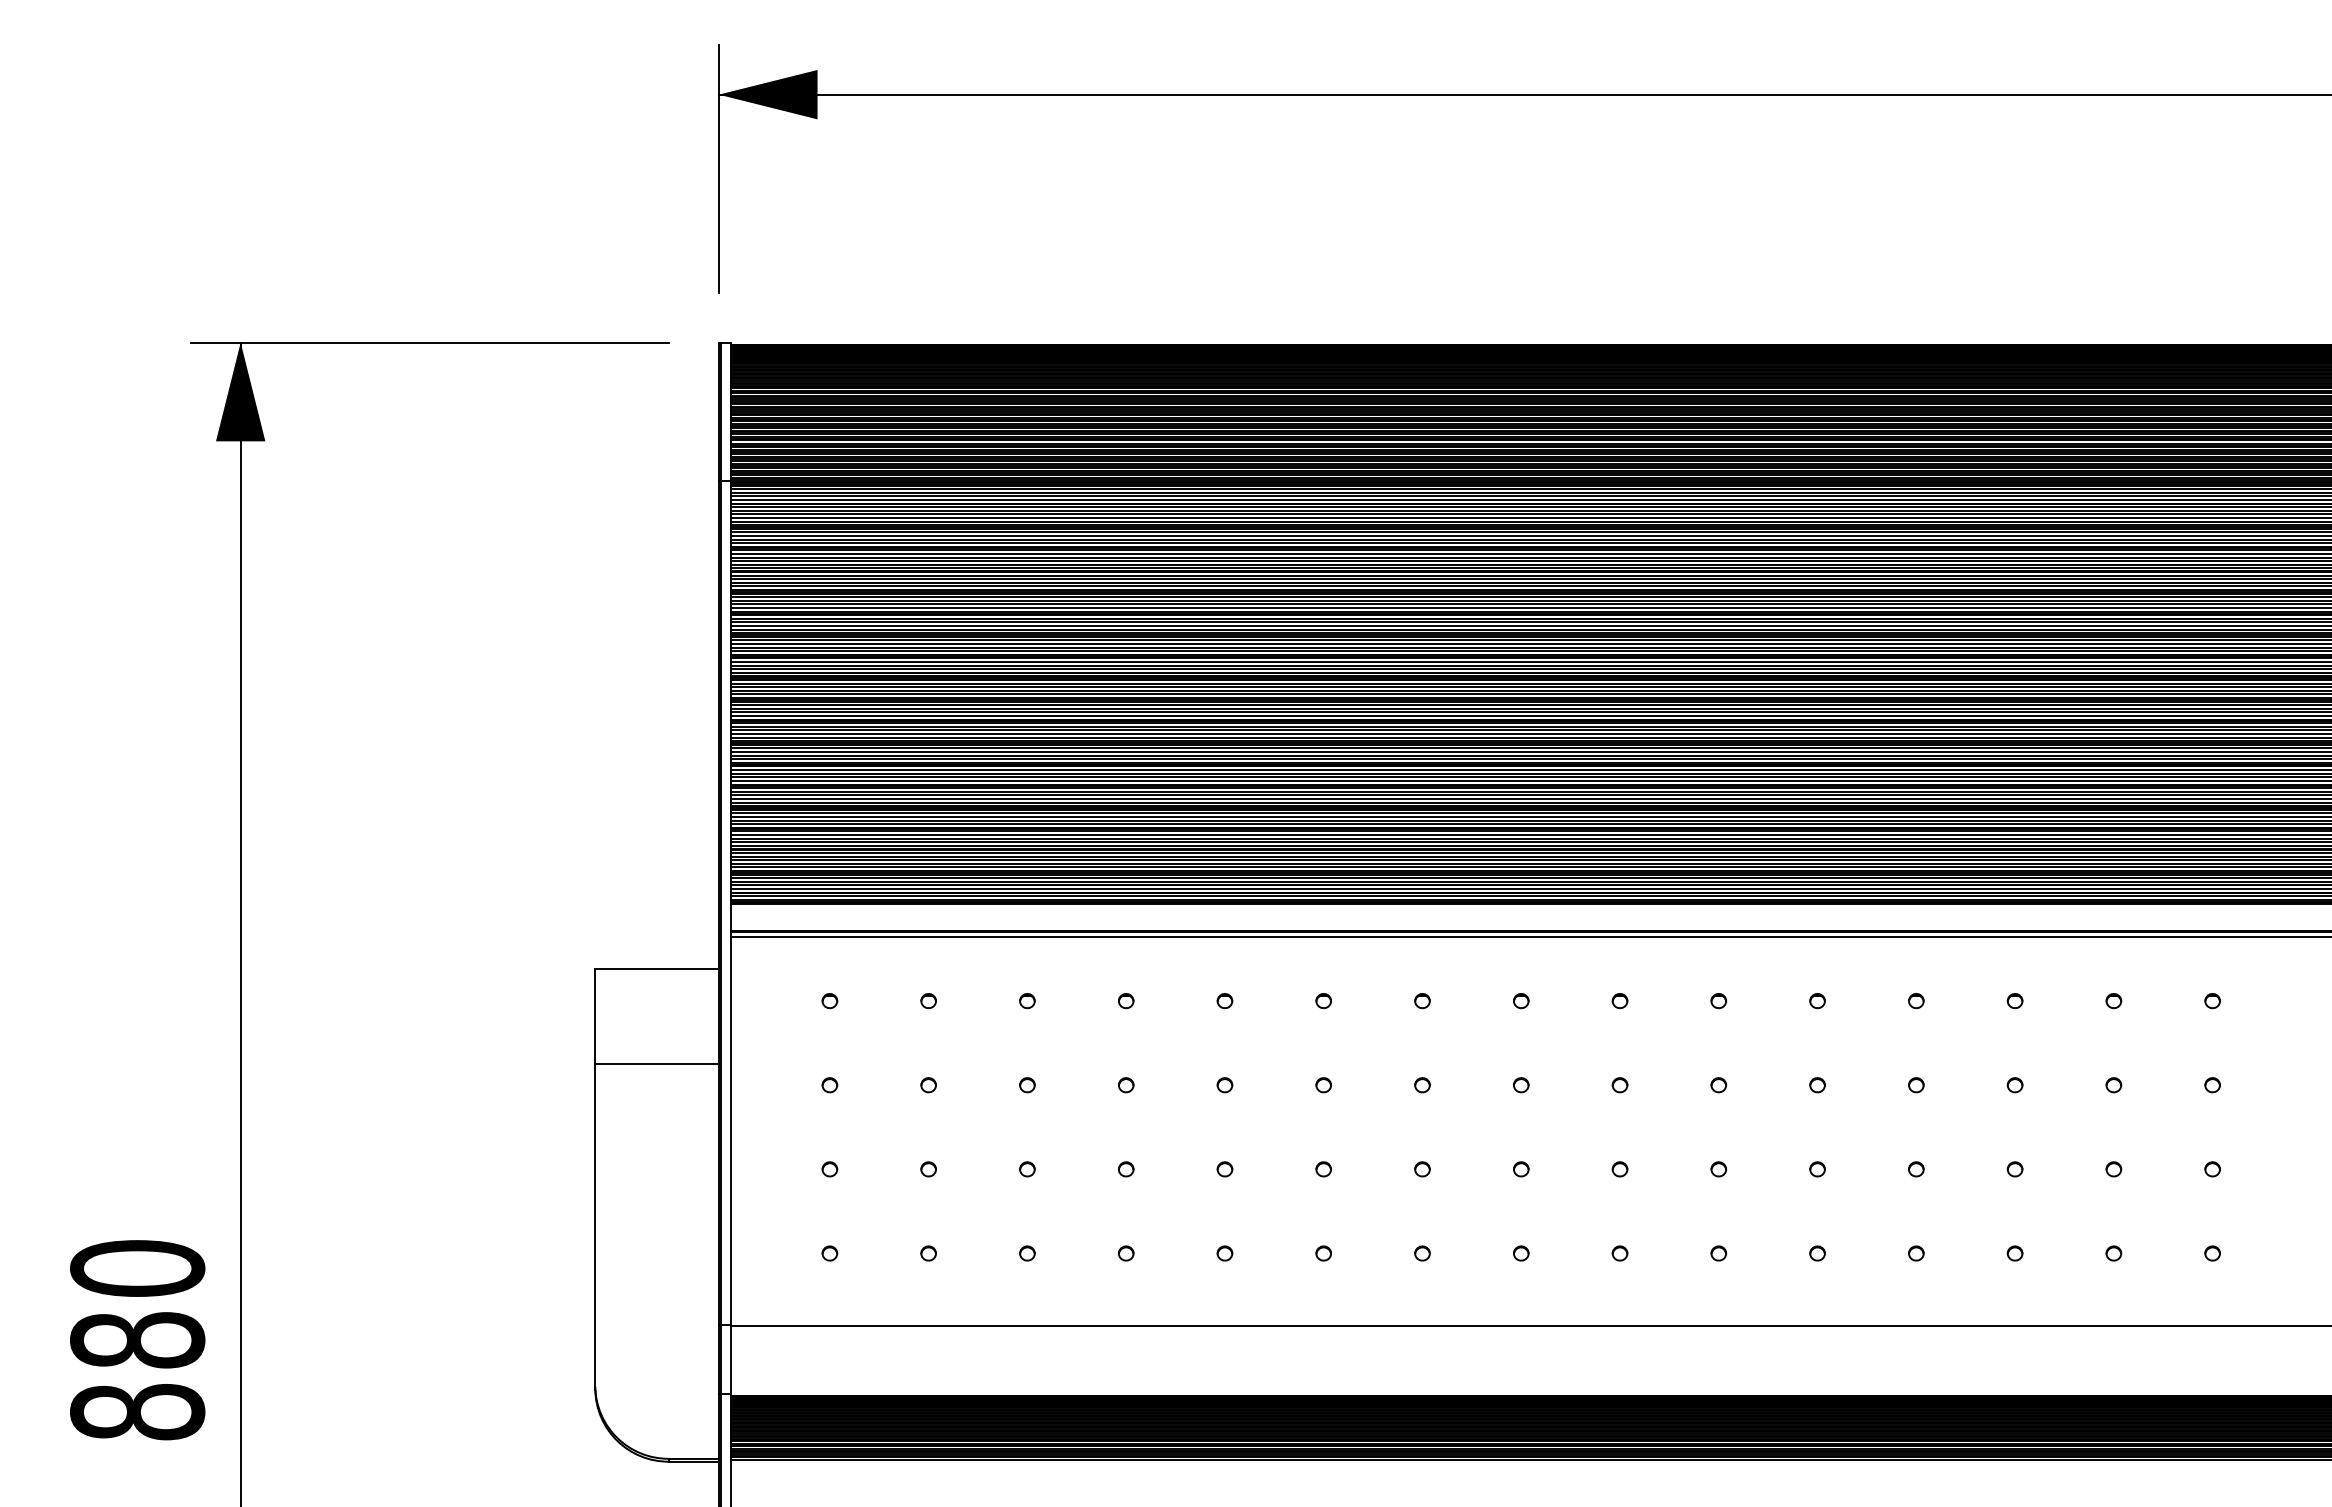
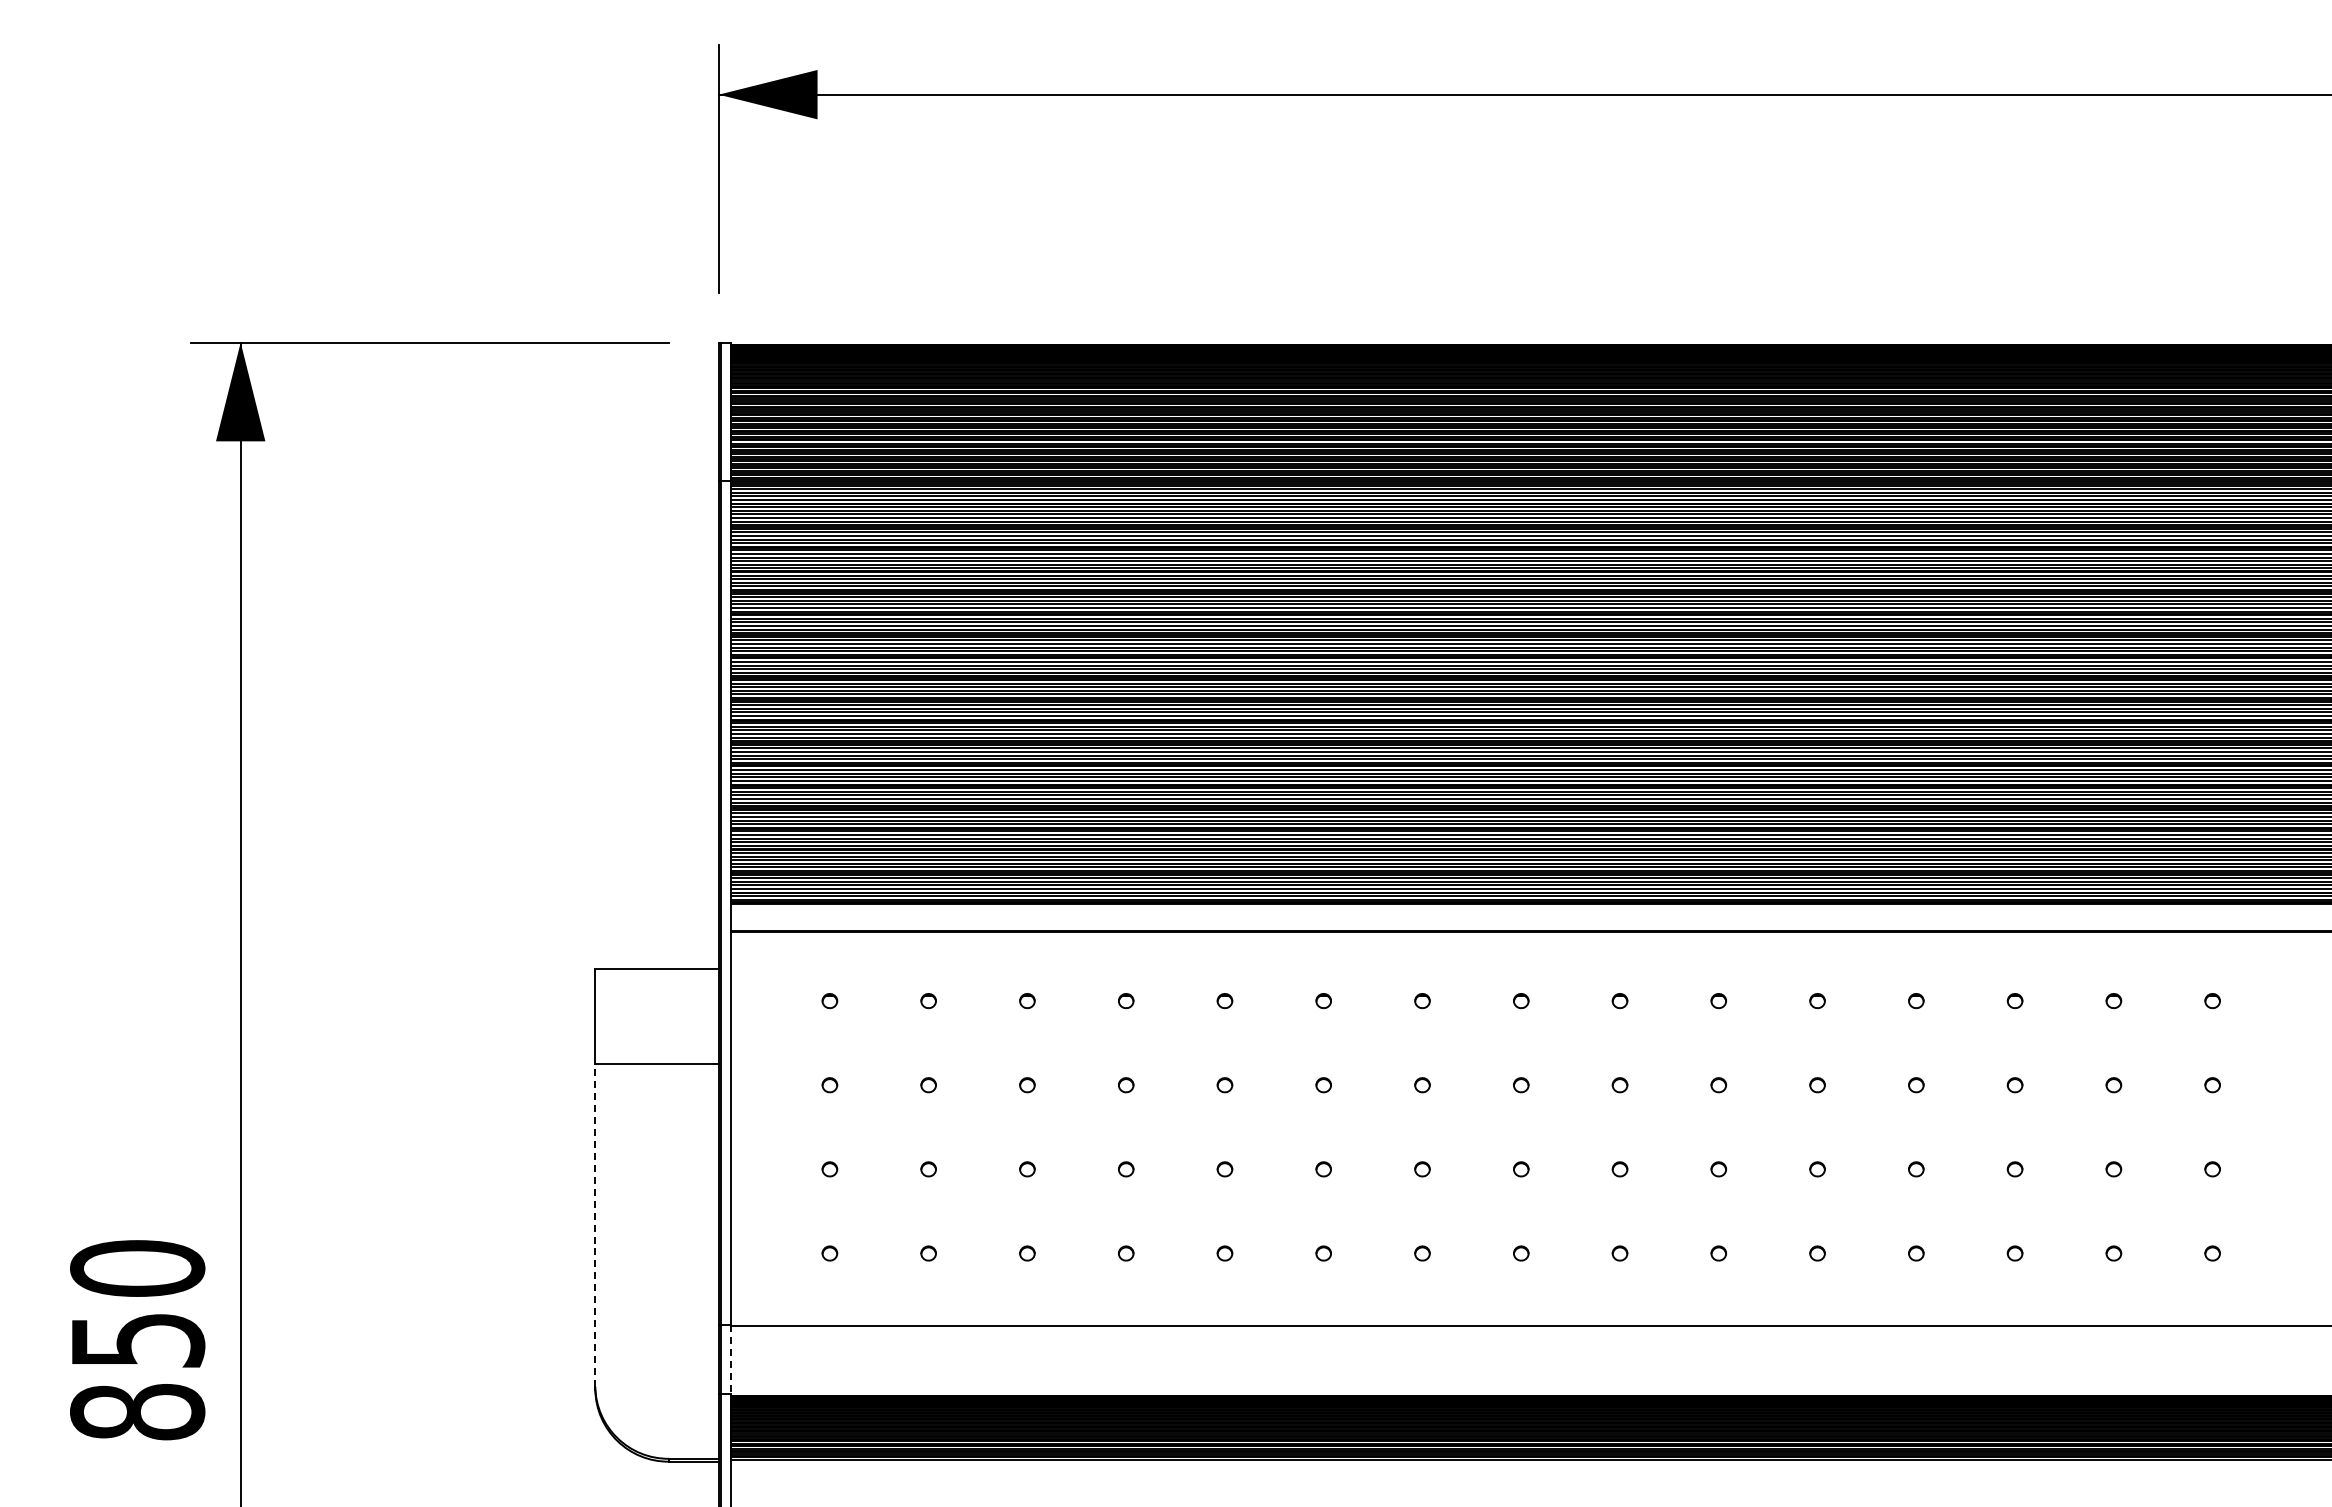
line at (1529, 936): present -> none
line at (595, 1225): solid -> dashed
text at (137, 1340): 880 -> 850
line at (731, 1359): solid -> dashed
